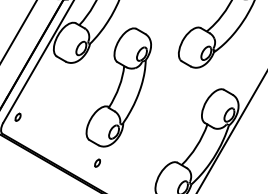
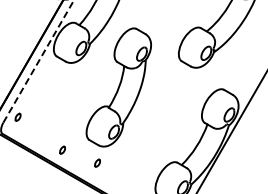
line at (18, 31): present -> none
line at (38, 61): solid -> dashed
part at (62, 149): none -> present
